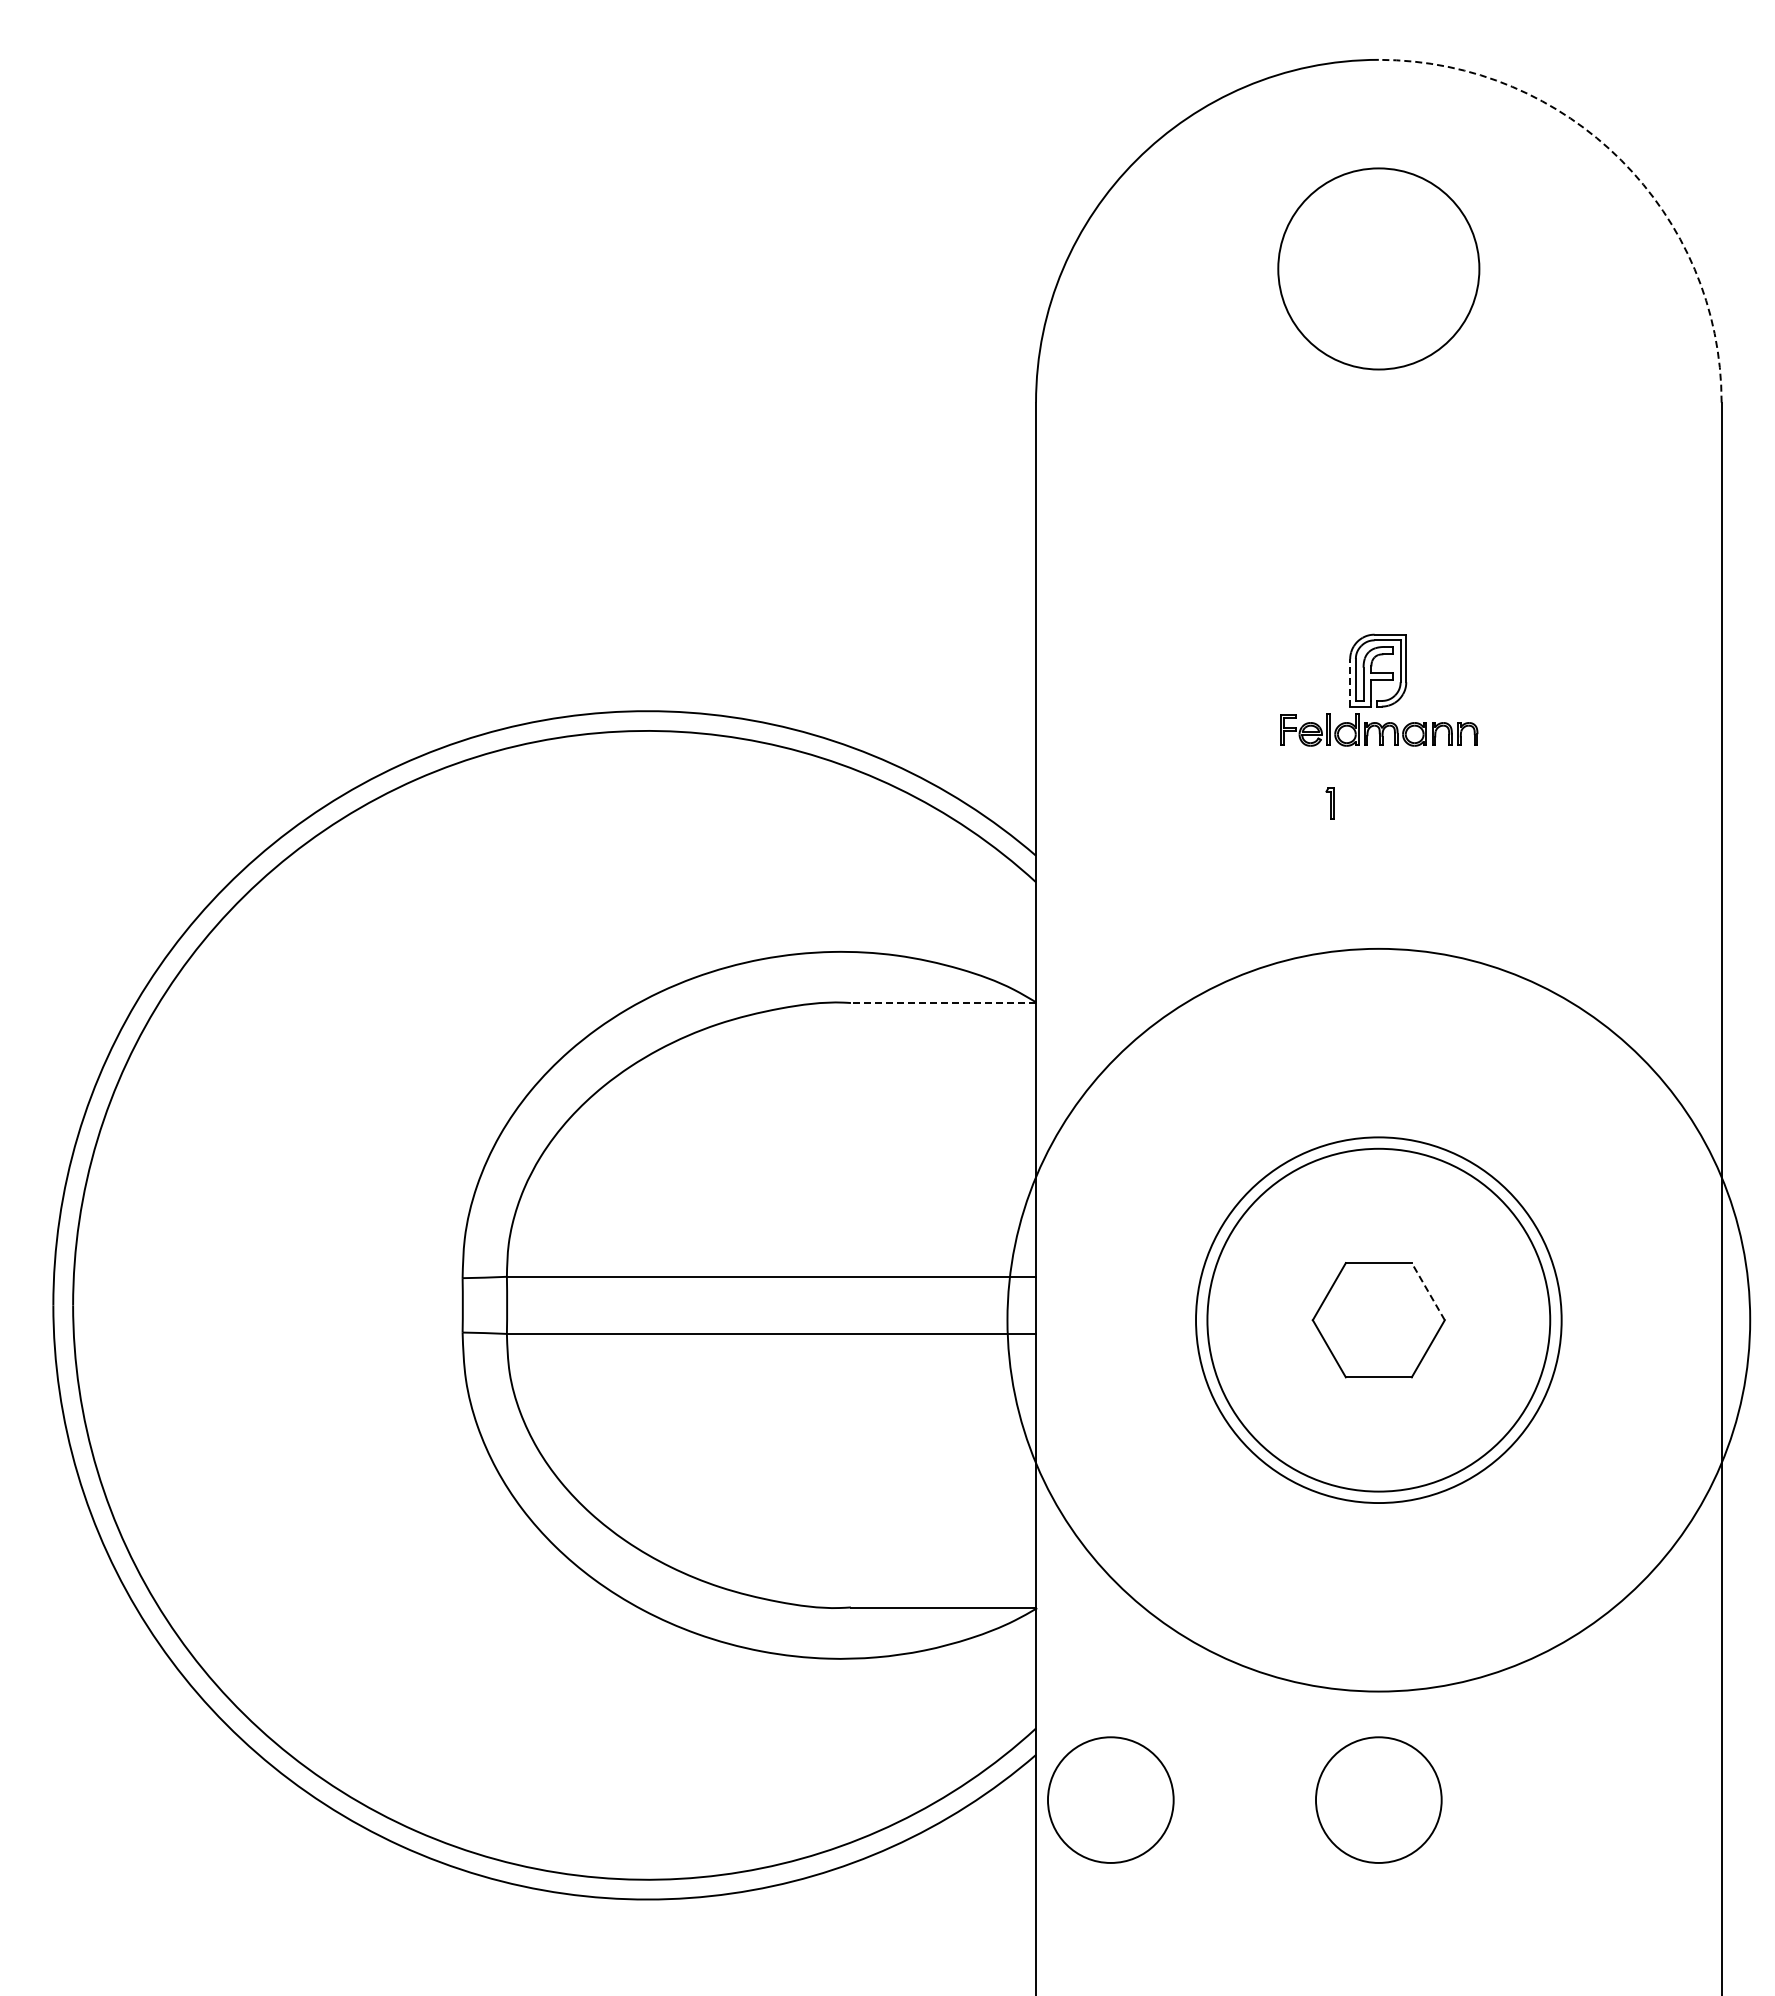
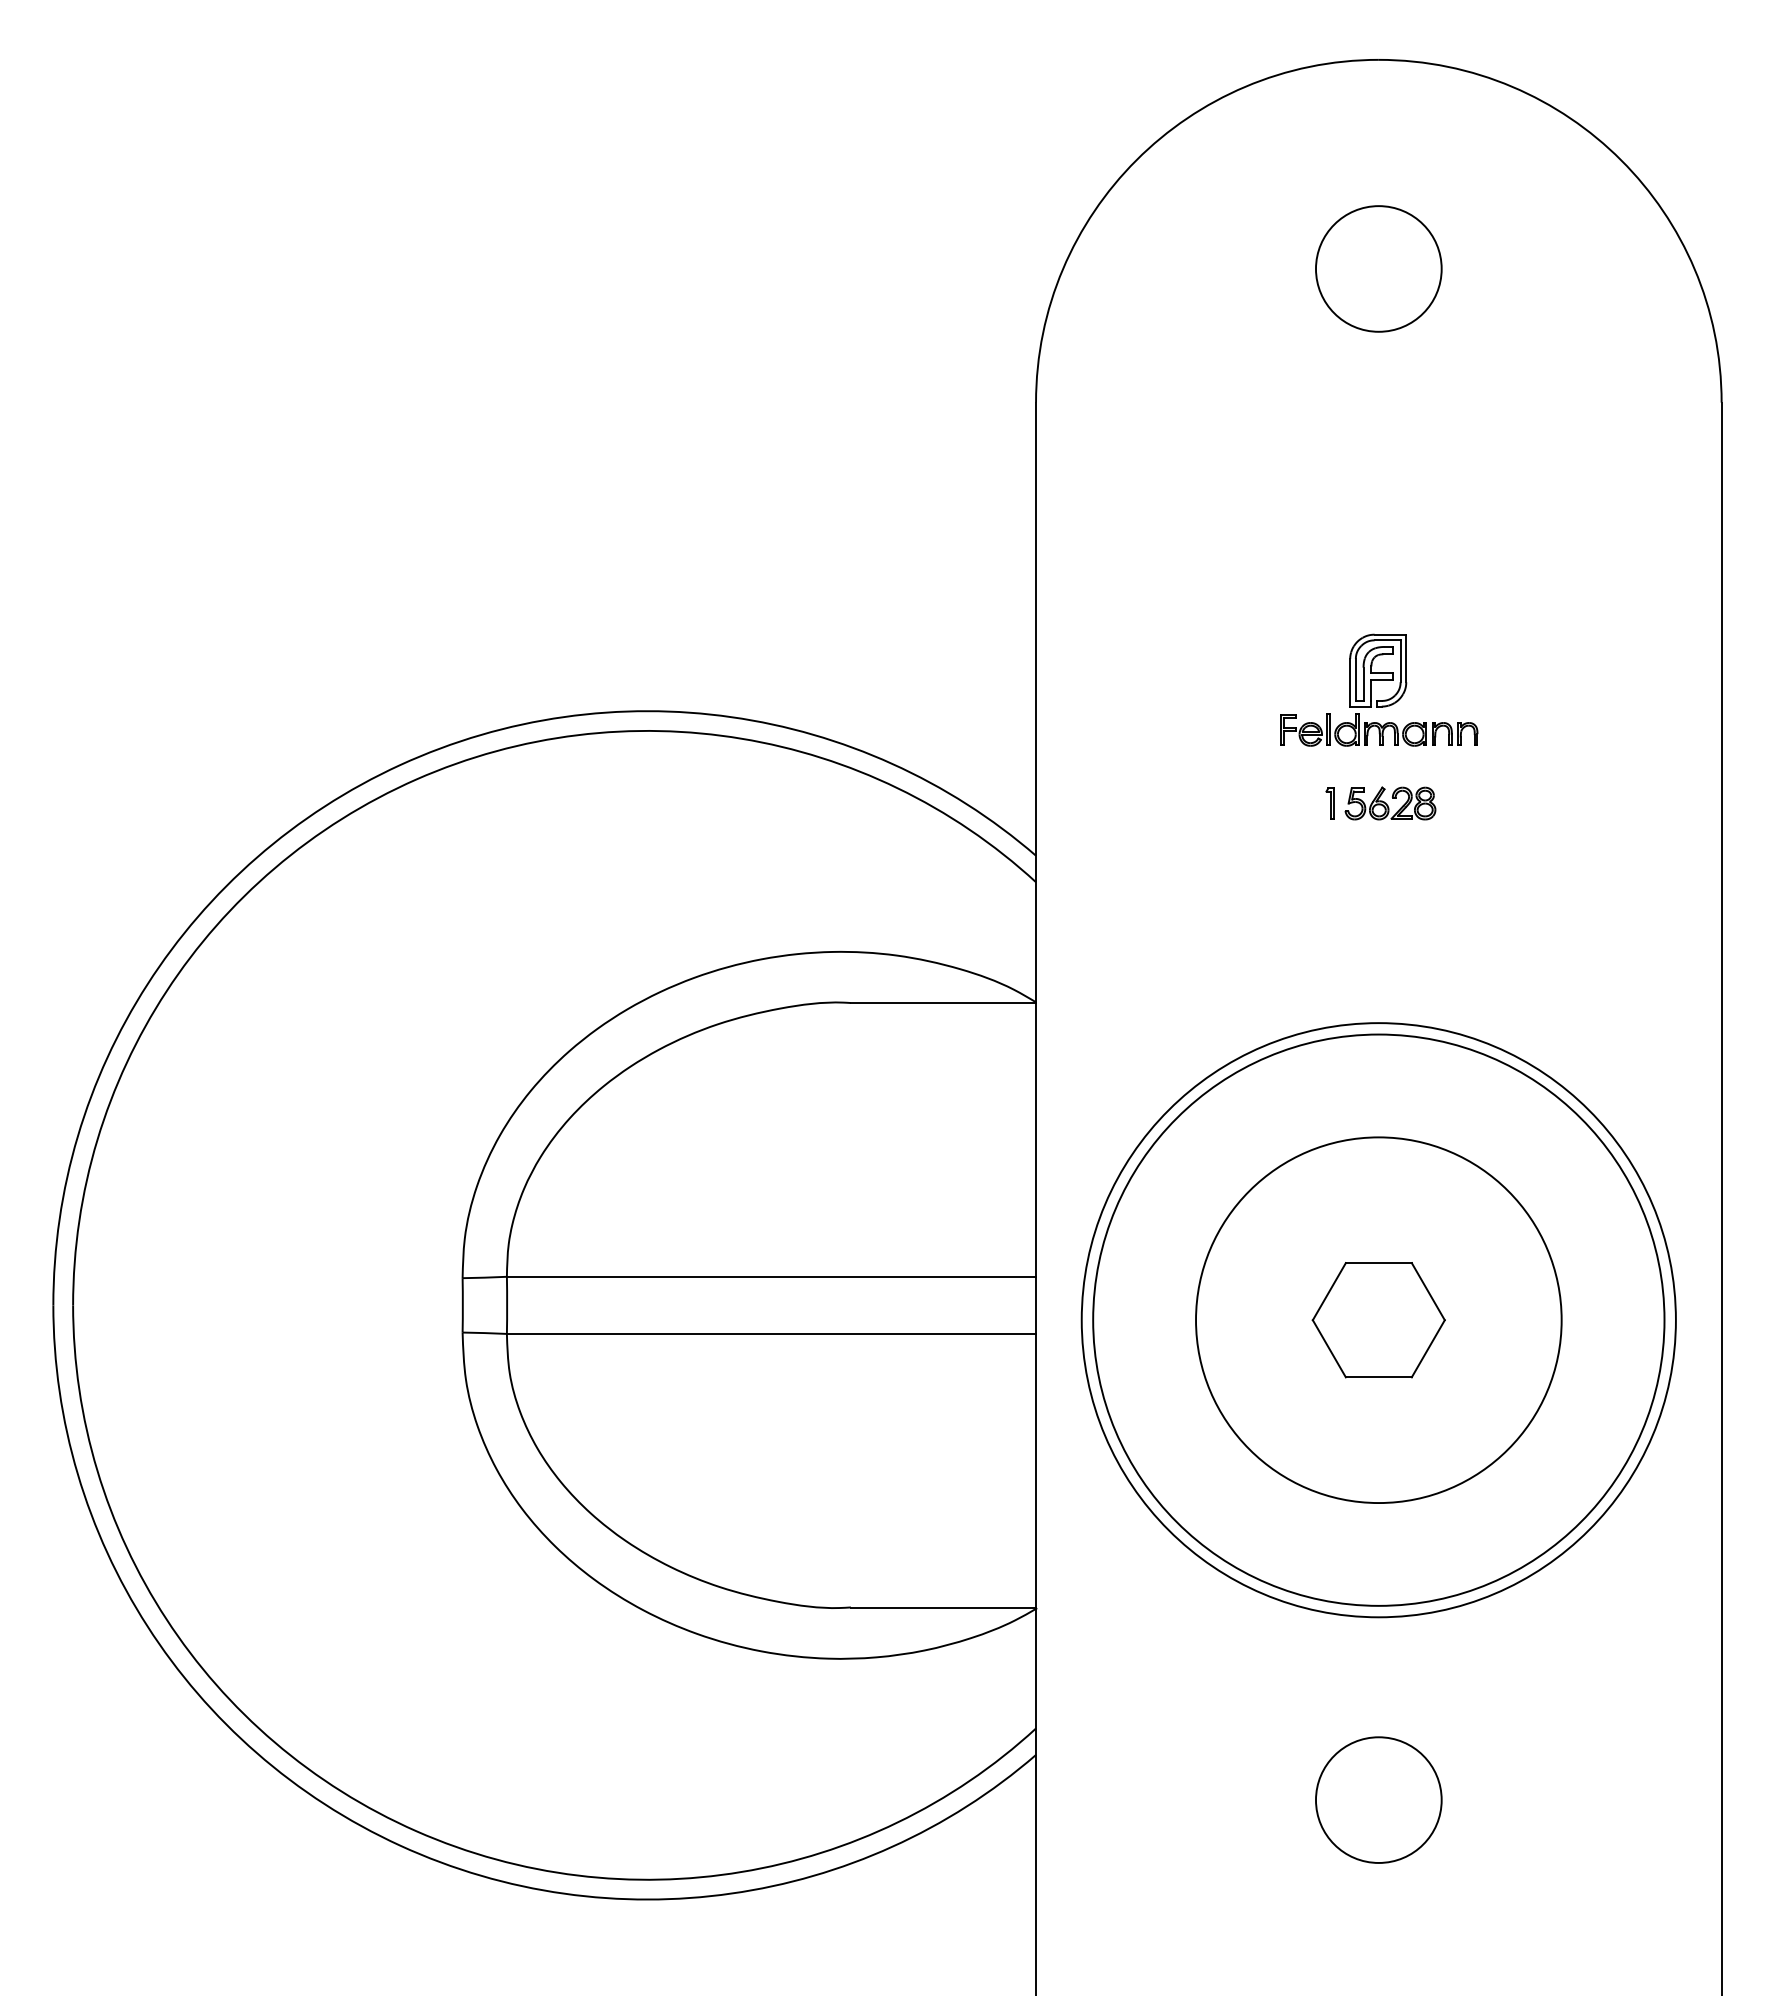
arc at (1621, 160): dashed -> solid
circle at (1378, 268) diameter: 201 px -> 126 px
line at (1350, 682): dashed -> solid
part at (1390, 803): none -> present
line at (943, 1002): dashed -> solid
line at (1428, 1291): dashed -> solid
circle at (1378, 1319) diameter: 343 px -> 571 px
circle at (1378, 1319) diameter: 743 px -> 594 px
circle at (1110, 1799): present -> none
